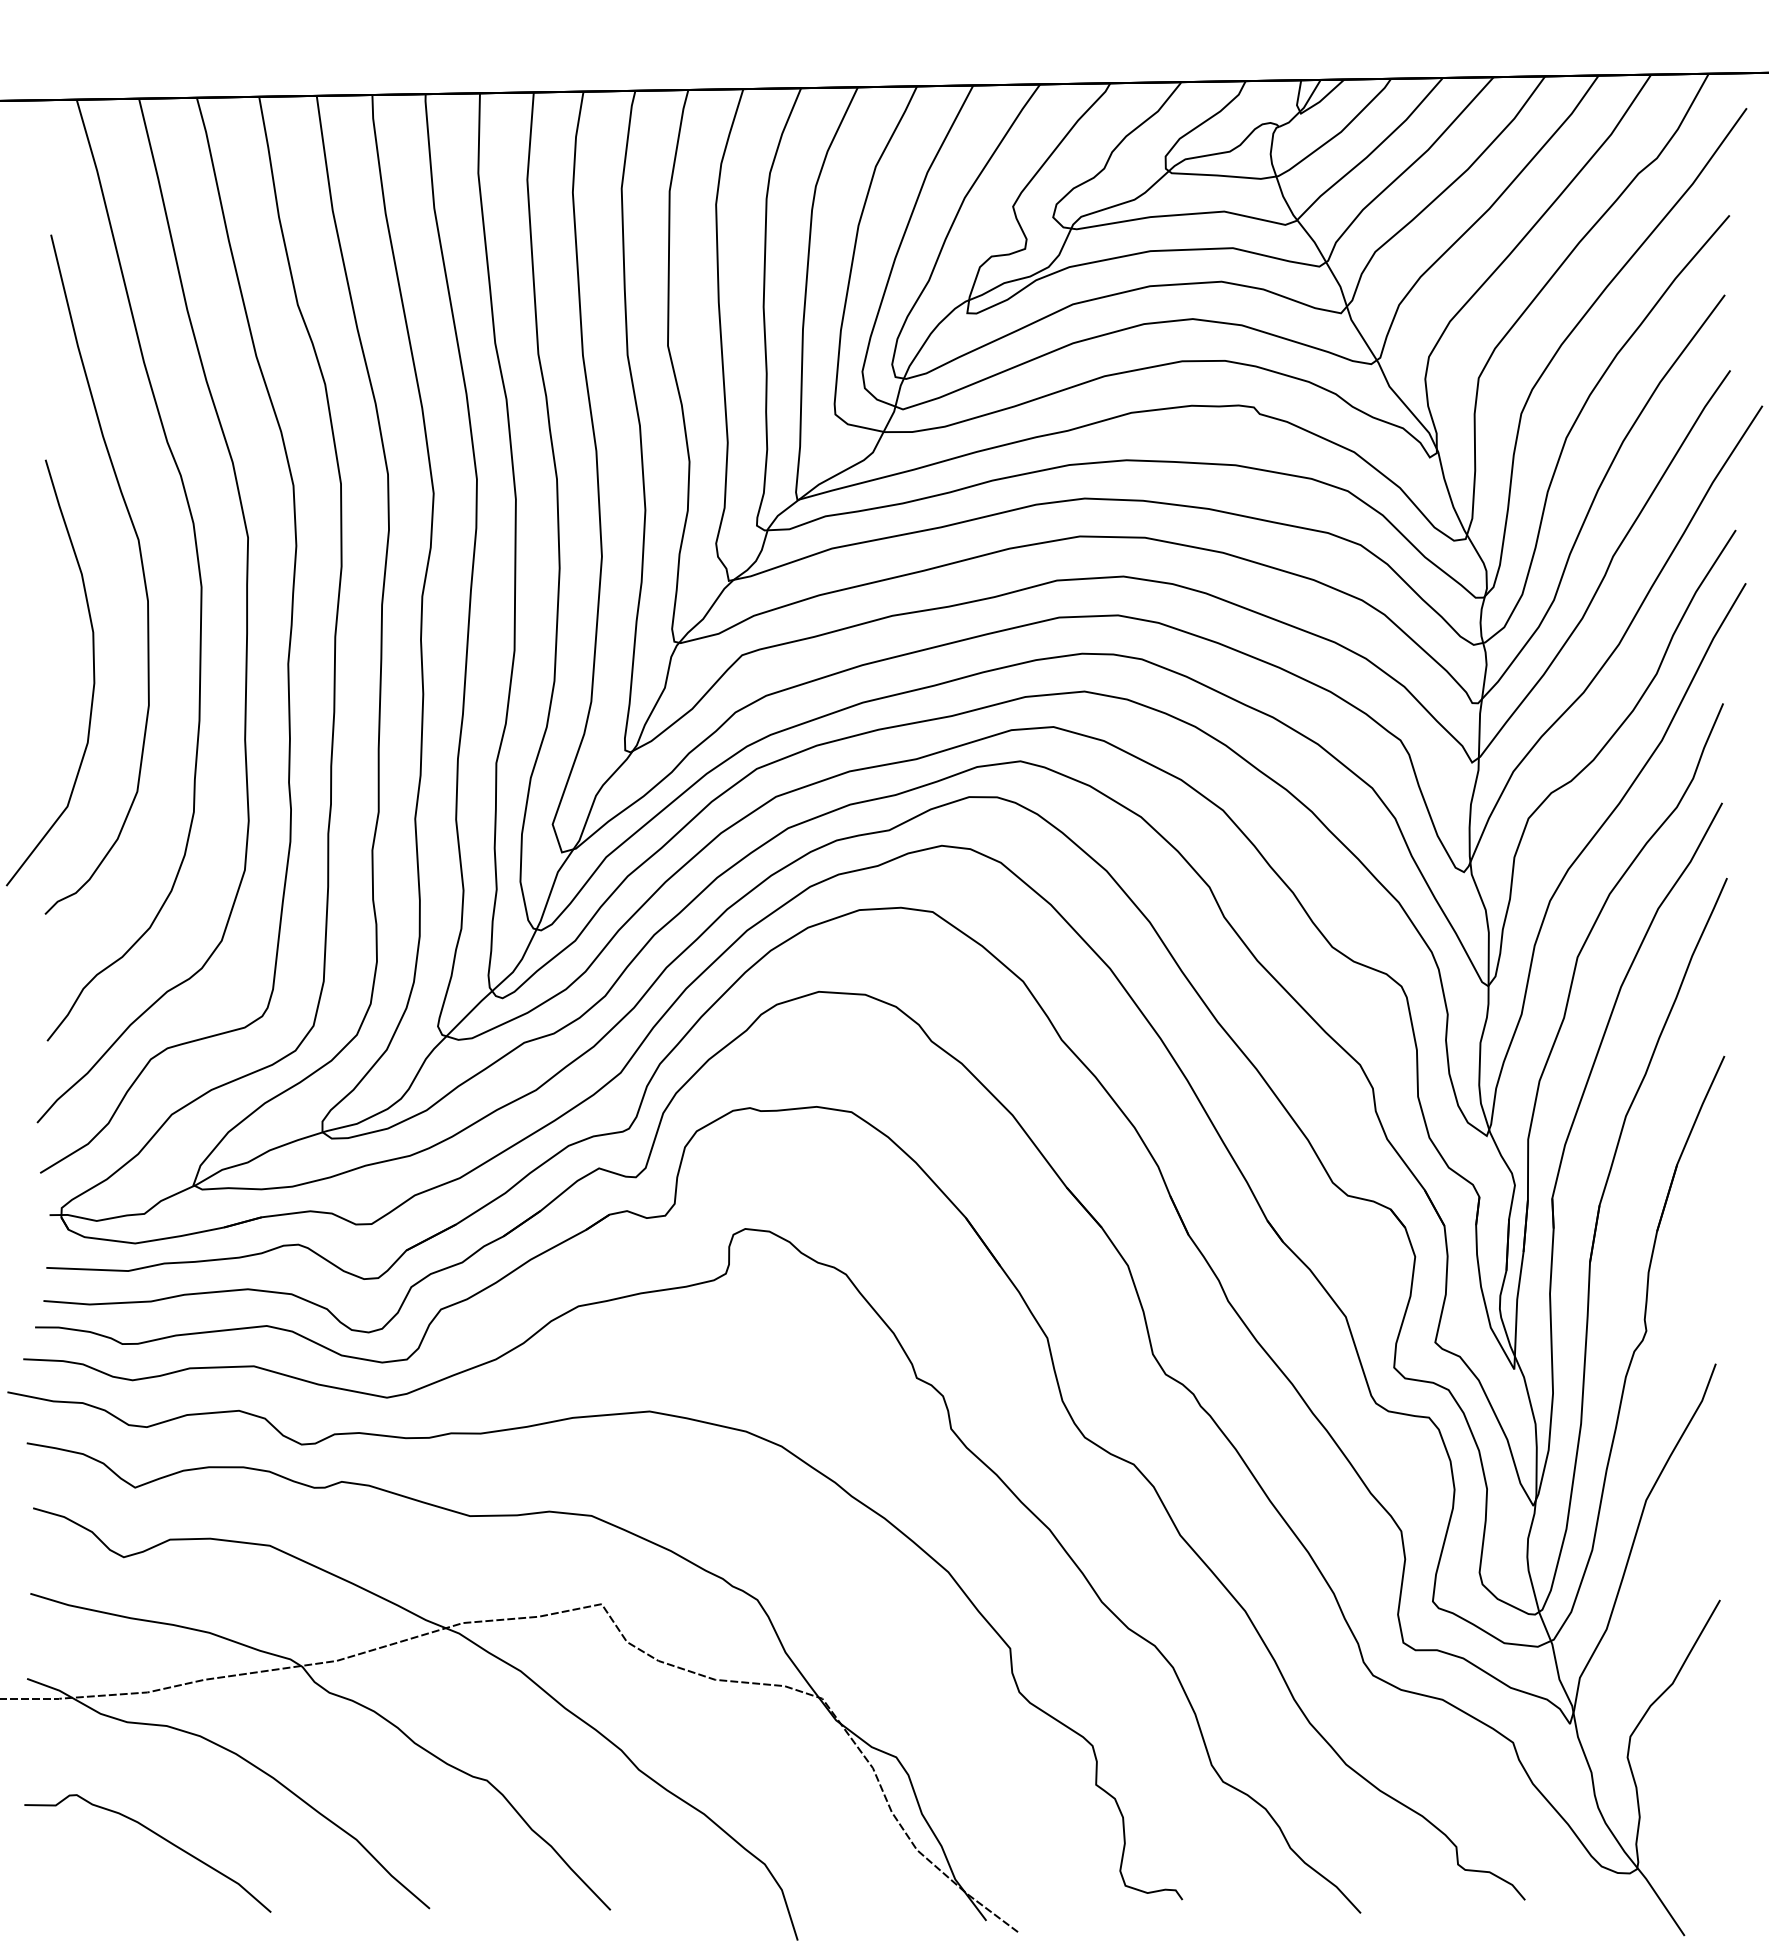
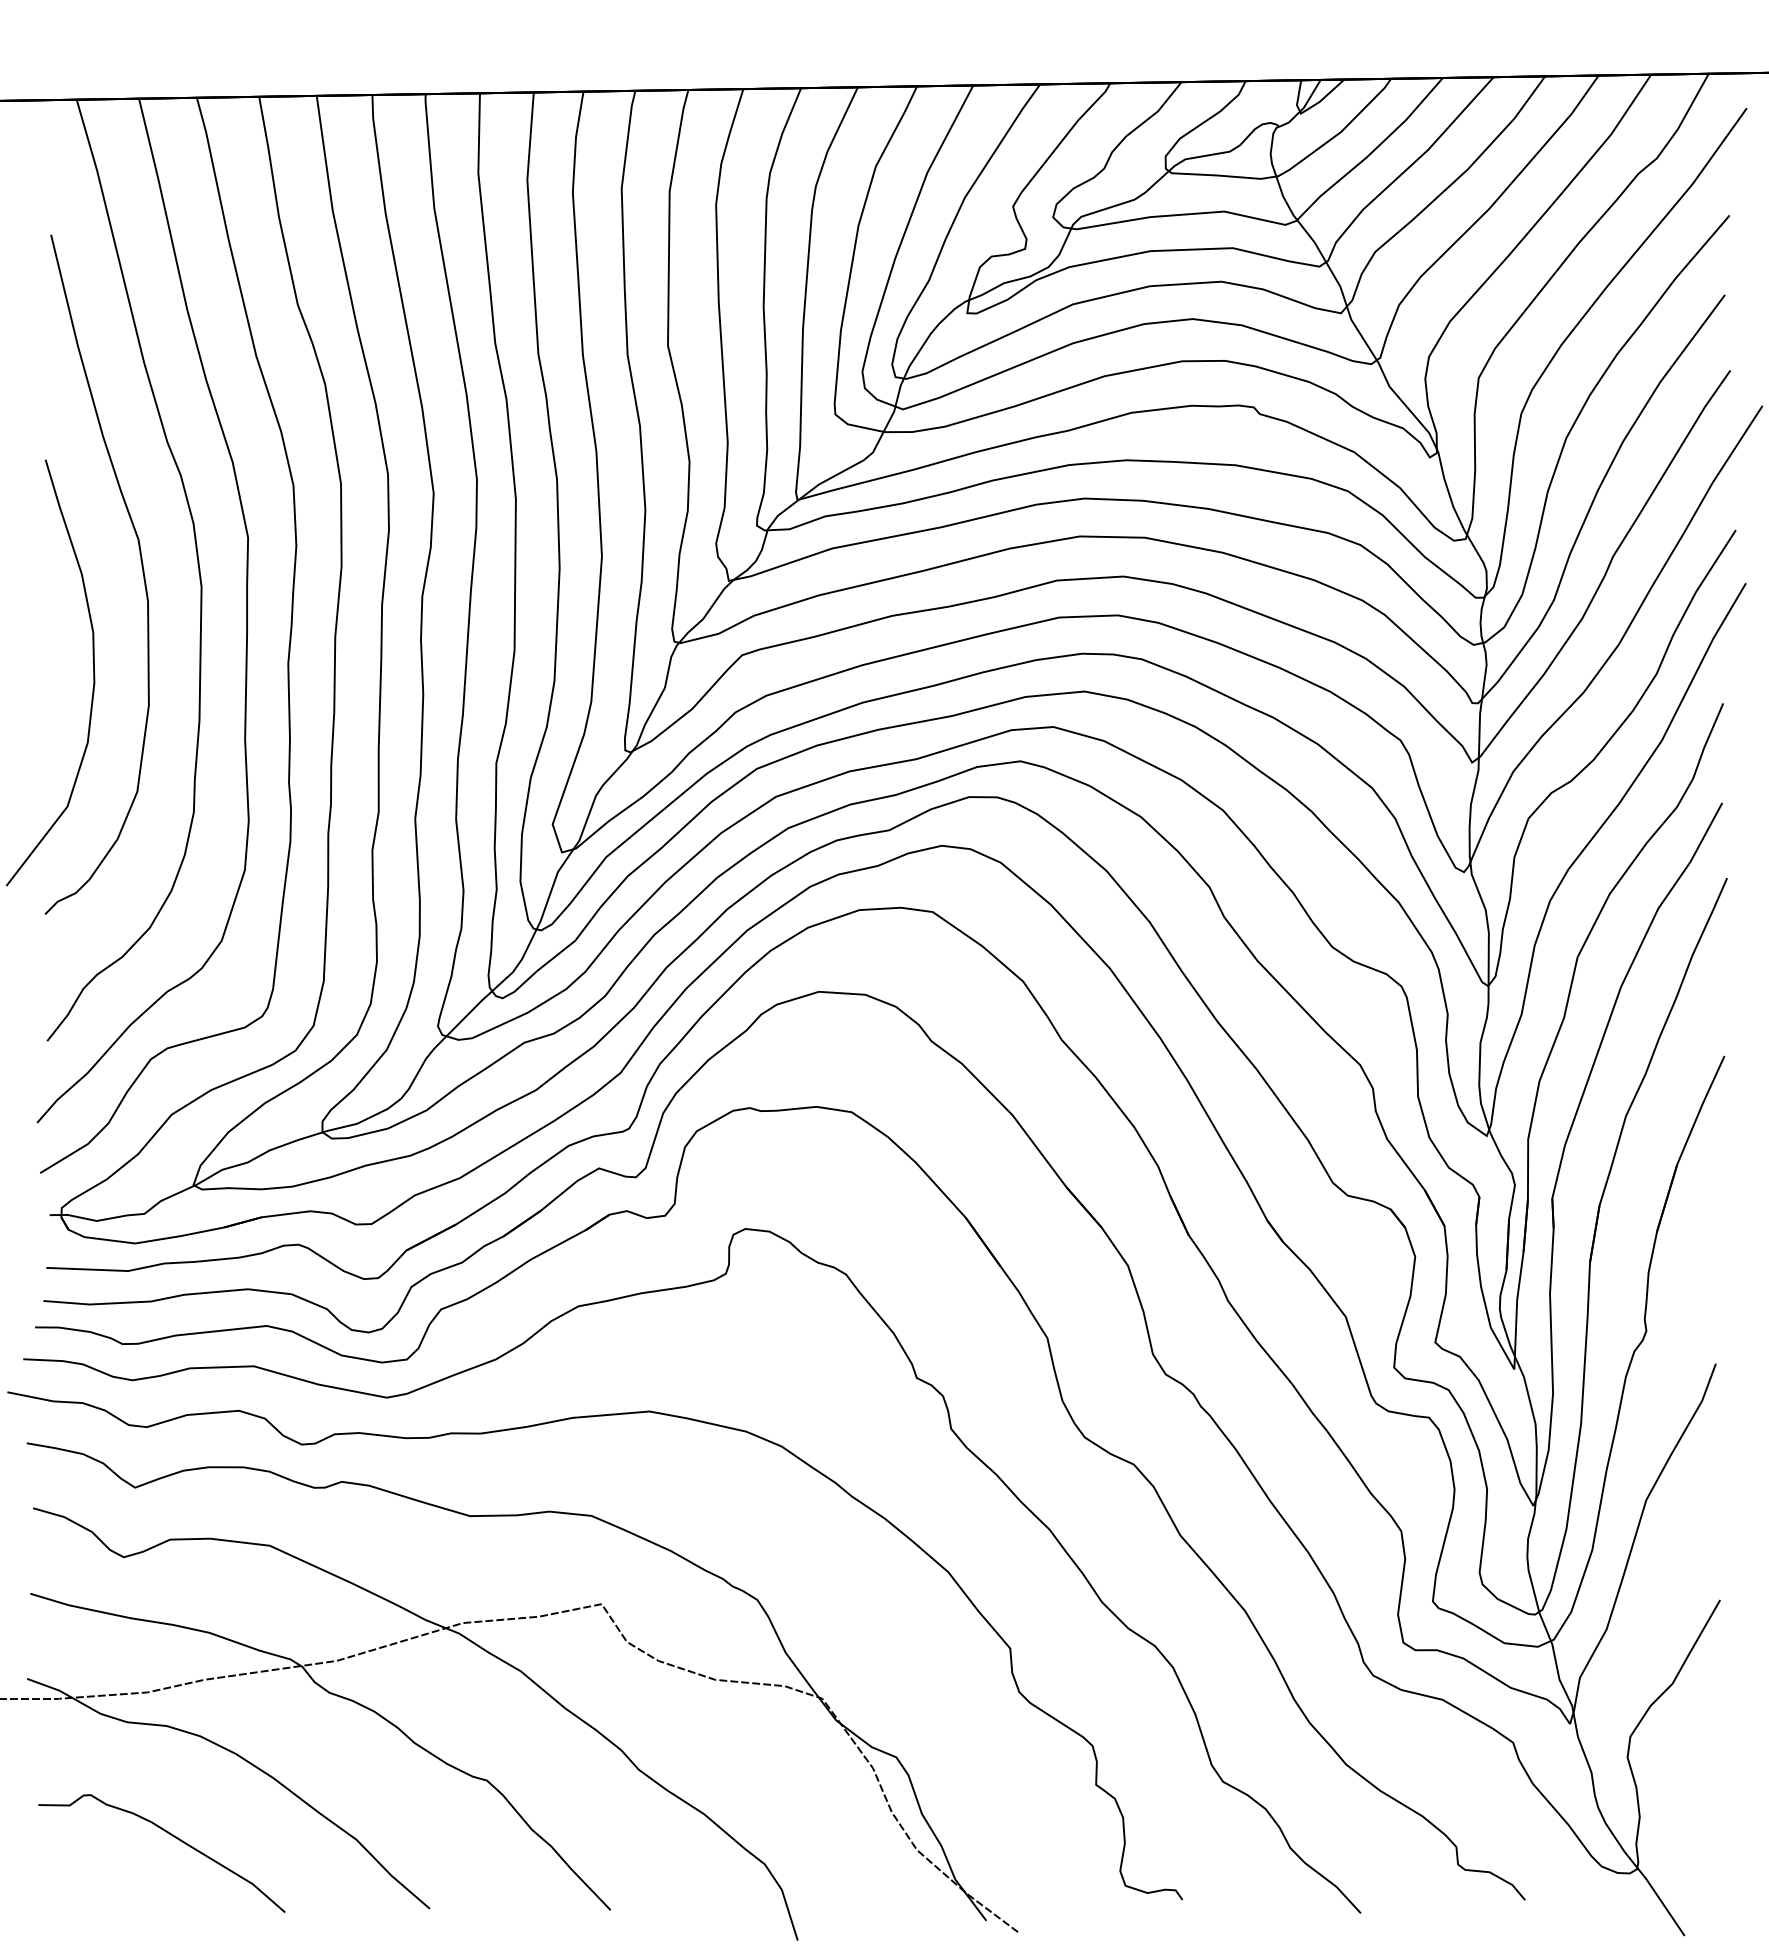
curve at (156, 1835) position: (156, 1835) -> (170, 1835)
